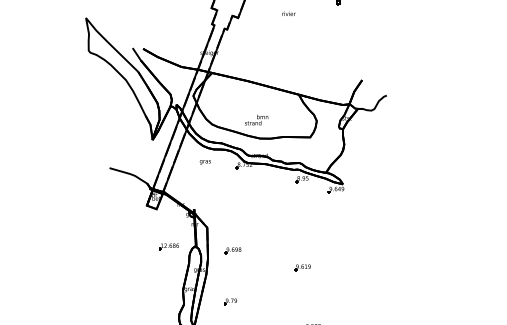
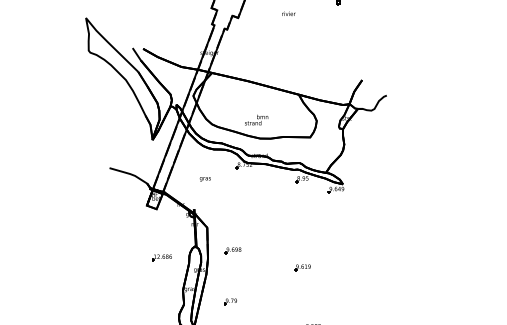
text at (204, 162) position: (204, 162) -> (204, 179)
part at (168, 246) position: (168, 246) -> (161, 257)
